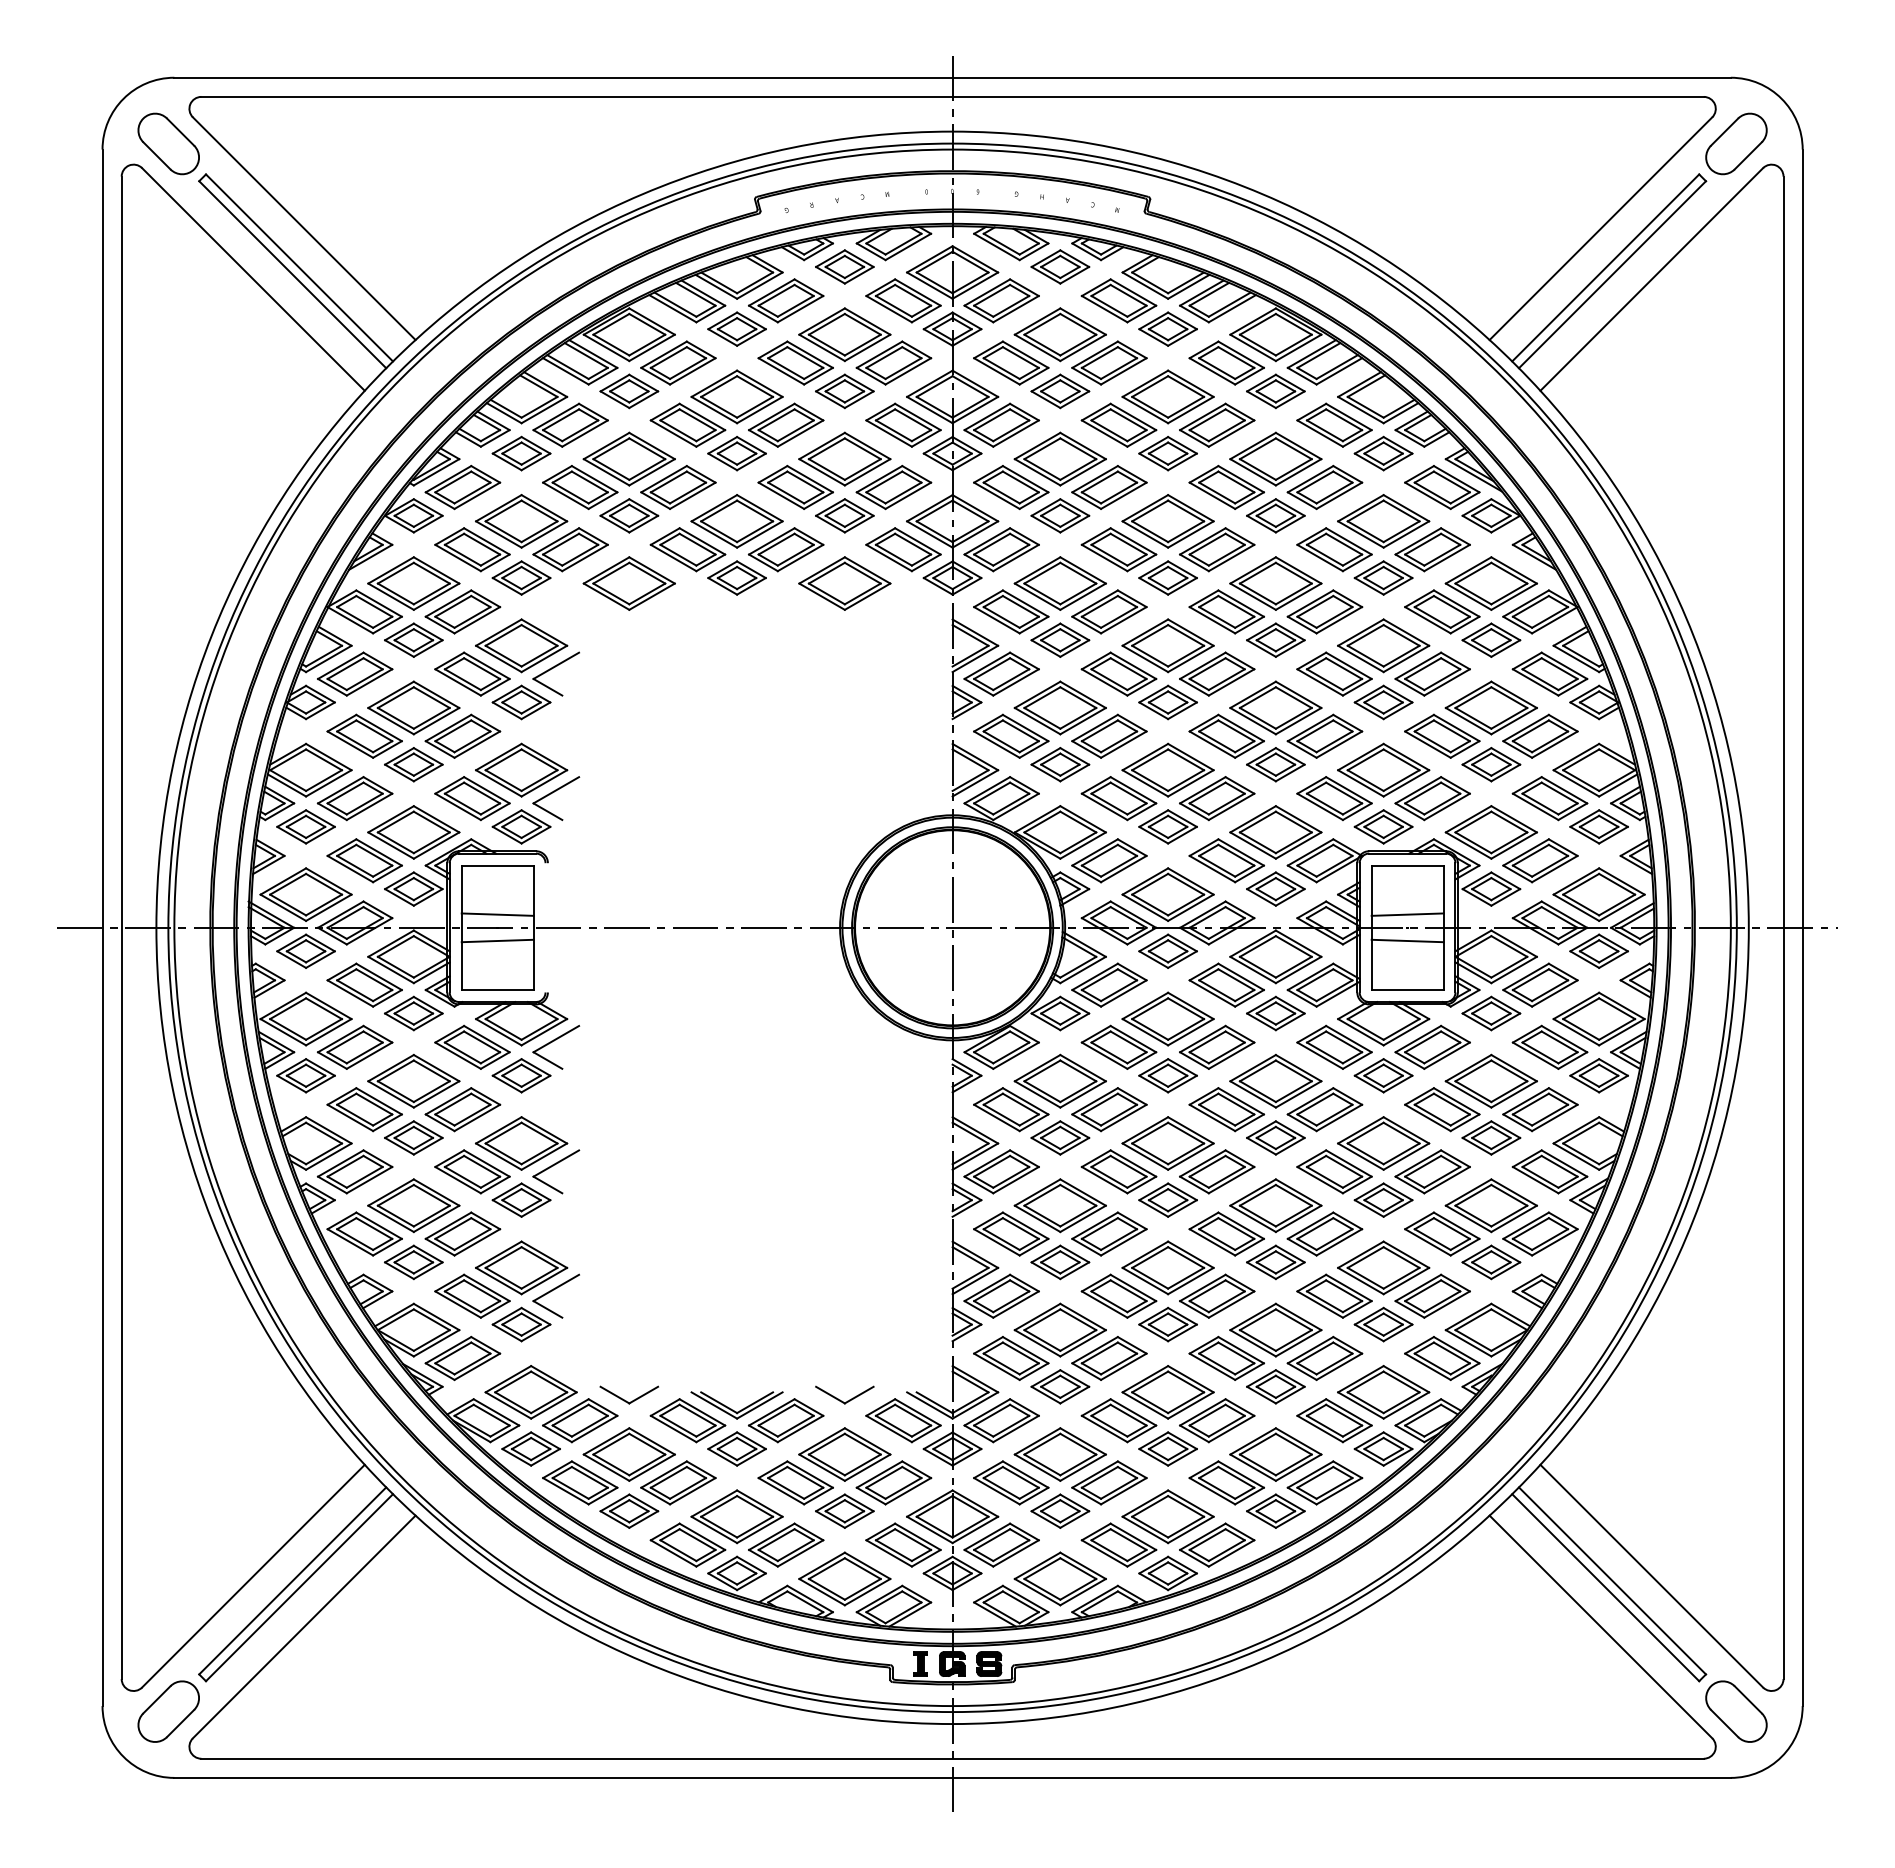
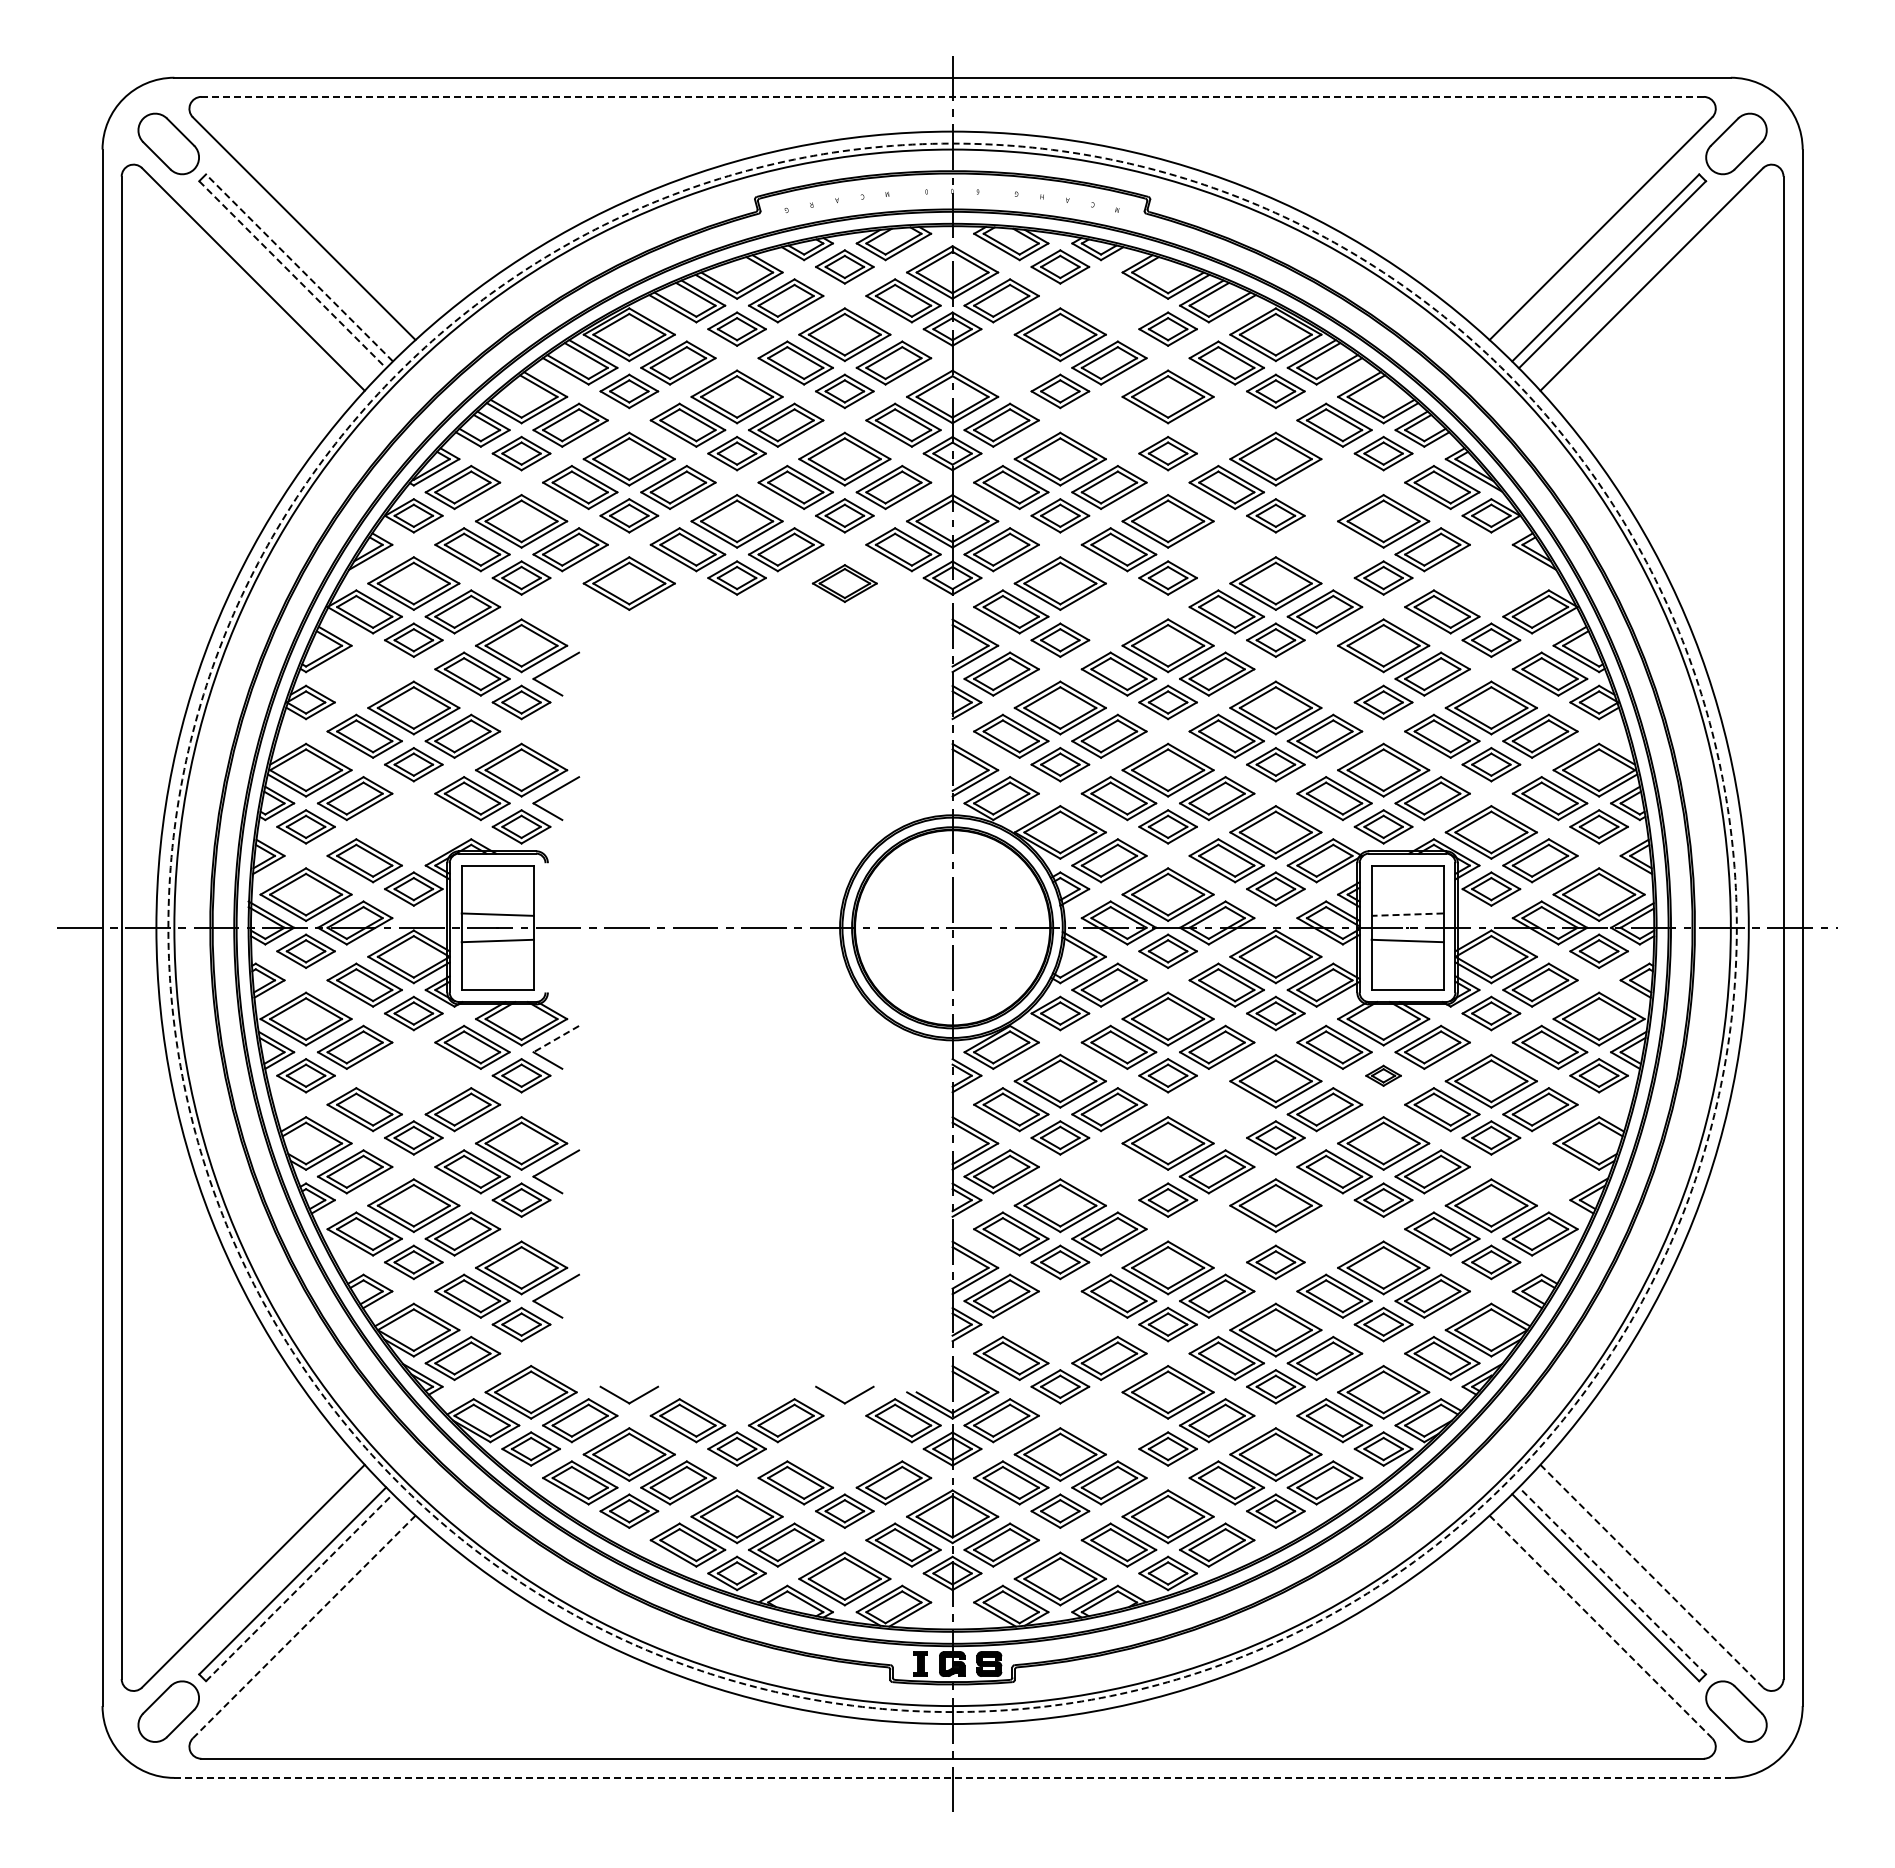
line at (952, 96): solid -> dashed
line at (299, 267): solid -> dashed
line at (293, 275): solid -> dashed
part at (1118, 300): present -> none
part at (1011, 362): present -> none
part at (1118, 424): present -> none
part at (1217, 424): present -> none
part at (1324, 487): present -> none
part at (1217, 549): present -> none
part at (1334, 549): present -> none
part at (844, 583) size: 94x55 px -> 67x39 px
part at (1490, 583): present -> none
part at (1109, 611): present -> none
part at (355, 673): present -> none
part at (1334, 673): present -> none
part at (413, 832): present -> none
line at (1407, 914): solid -> dashed
circle at (952, 927): solid -> dashed
line at (555, 1039): solid -> dashed
part at (1383, 1075) size: 61x36 px -> 37x23 px
part at (413, 1080): present -> none
part at (1226, 1109): present -> none
part at (1118, 1171): present -> none
part at (1549, 1171): present -> none
part at (1226, 1233): present -> none
part at (1324, 1233): present -> none
part at (1059, 1329): present -> none
part at (736, 1405): present -> none
part at (1118, 1420): present -> none
part at (844, 1454): present -> none
line at (1652, 1576): solid -> dashed
line at (1612, 1580): solid -> dashed
line at (299, 1587): solid -> dashed
line at (303, 1627): solid -> dashed
line at (1601, 1627): solid -> dashed
line at (953, 1777): solid -> dashed
